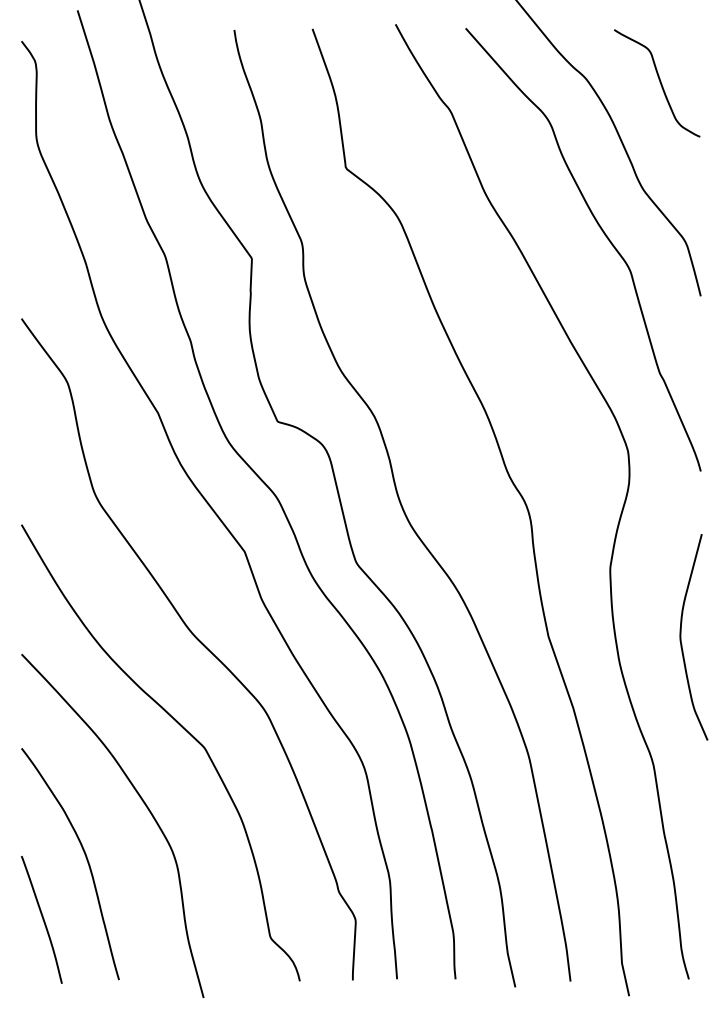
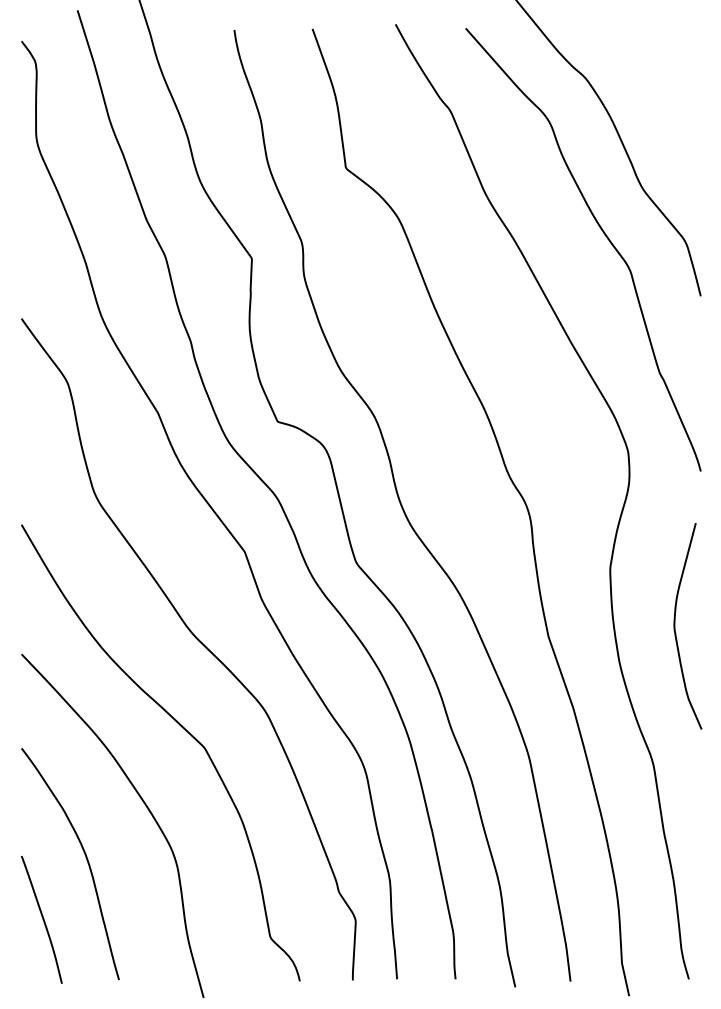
curve at (659, 82): present -> none
curve at (681, 637) position: (681, 637) -> (675, 626)
